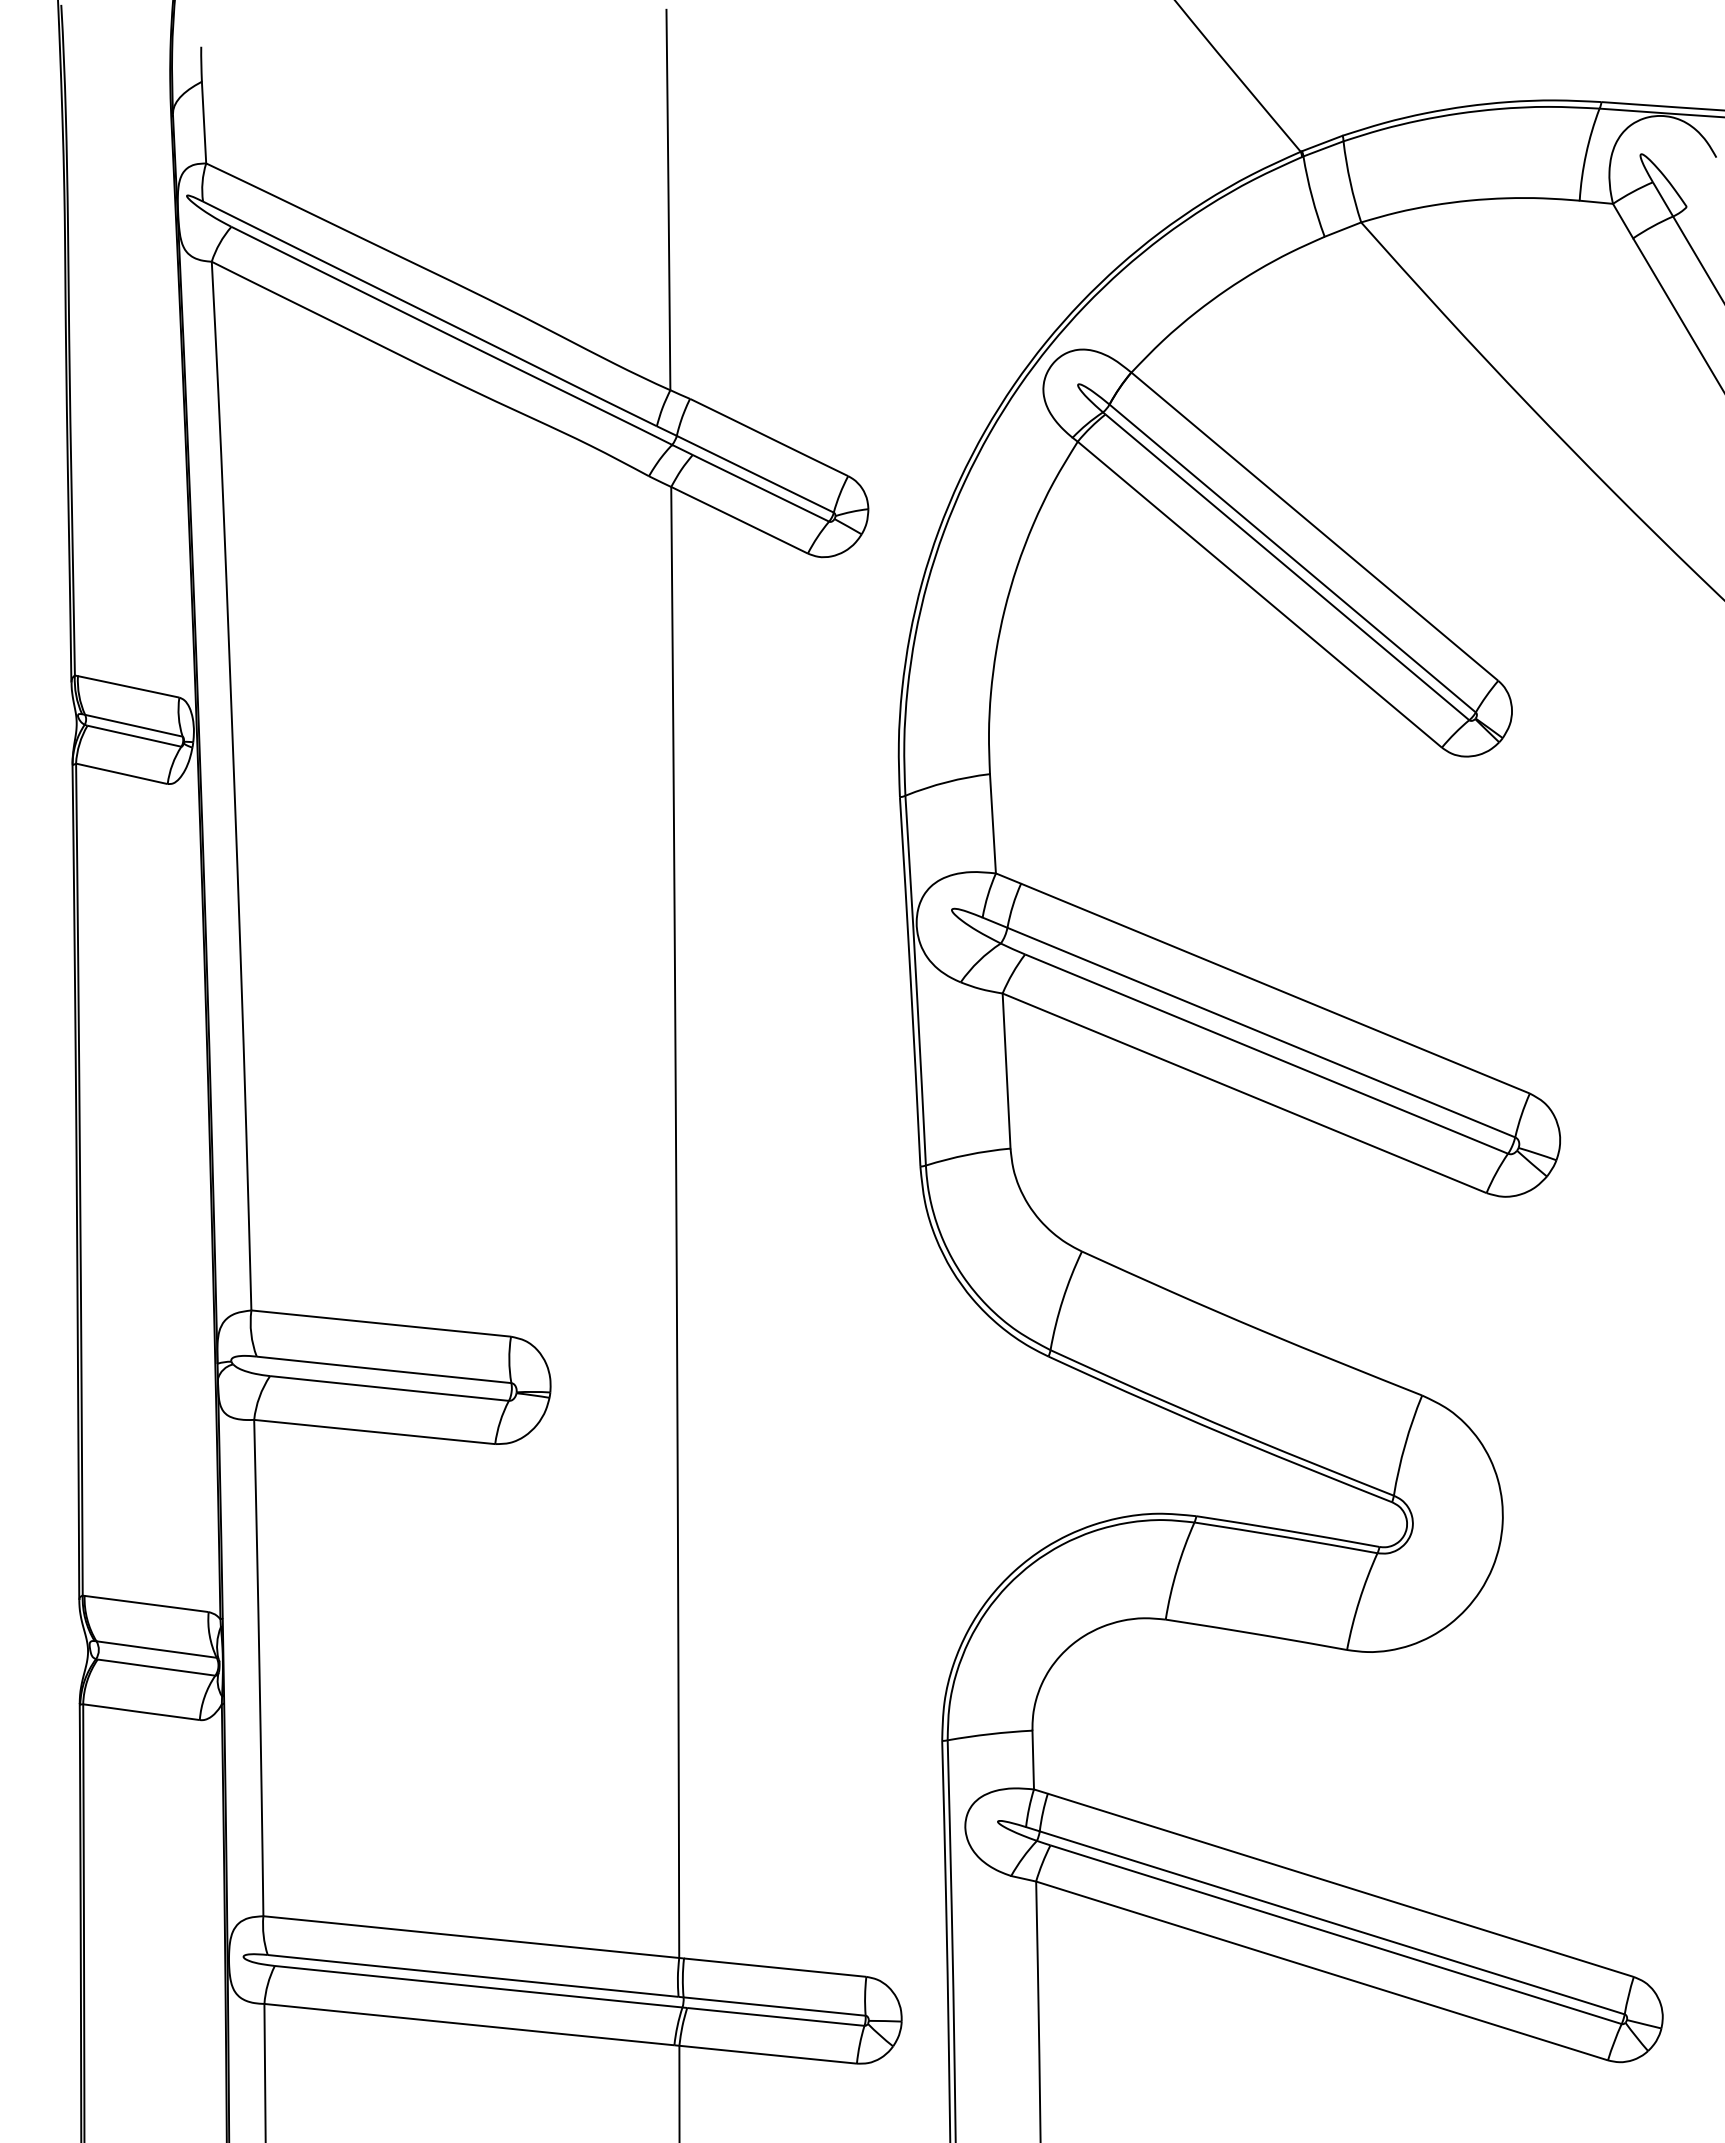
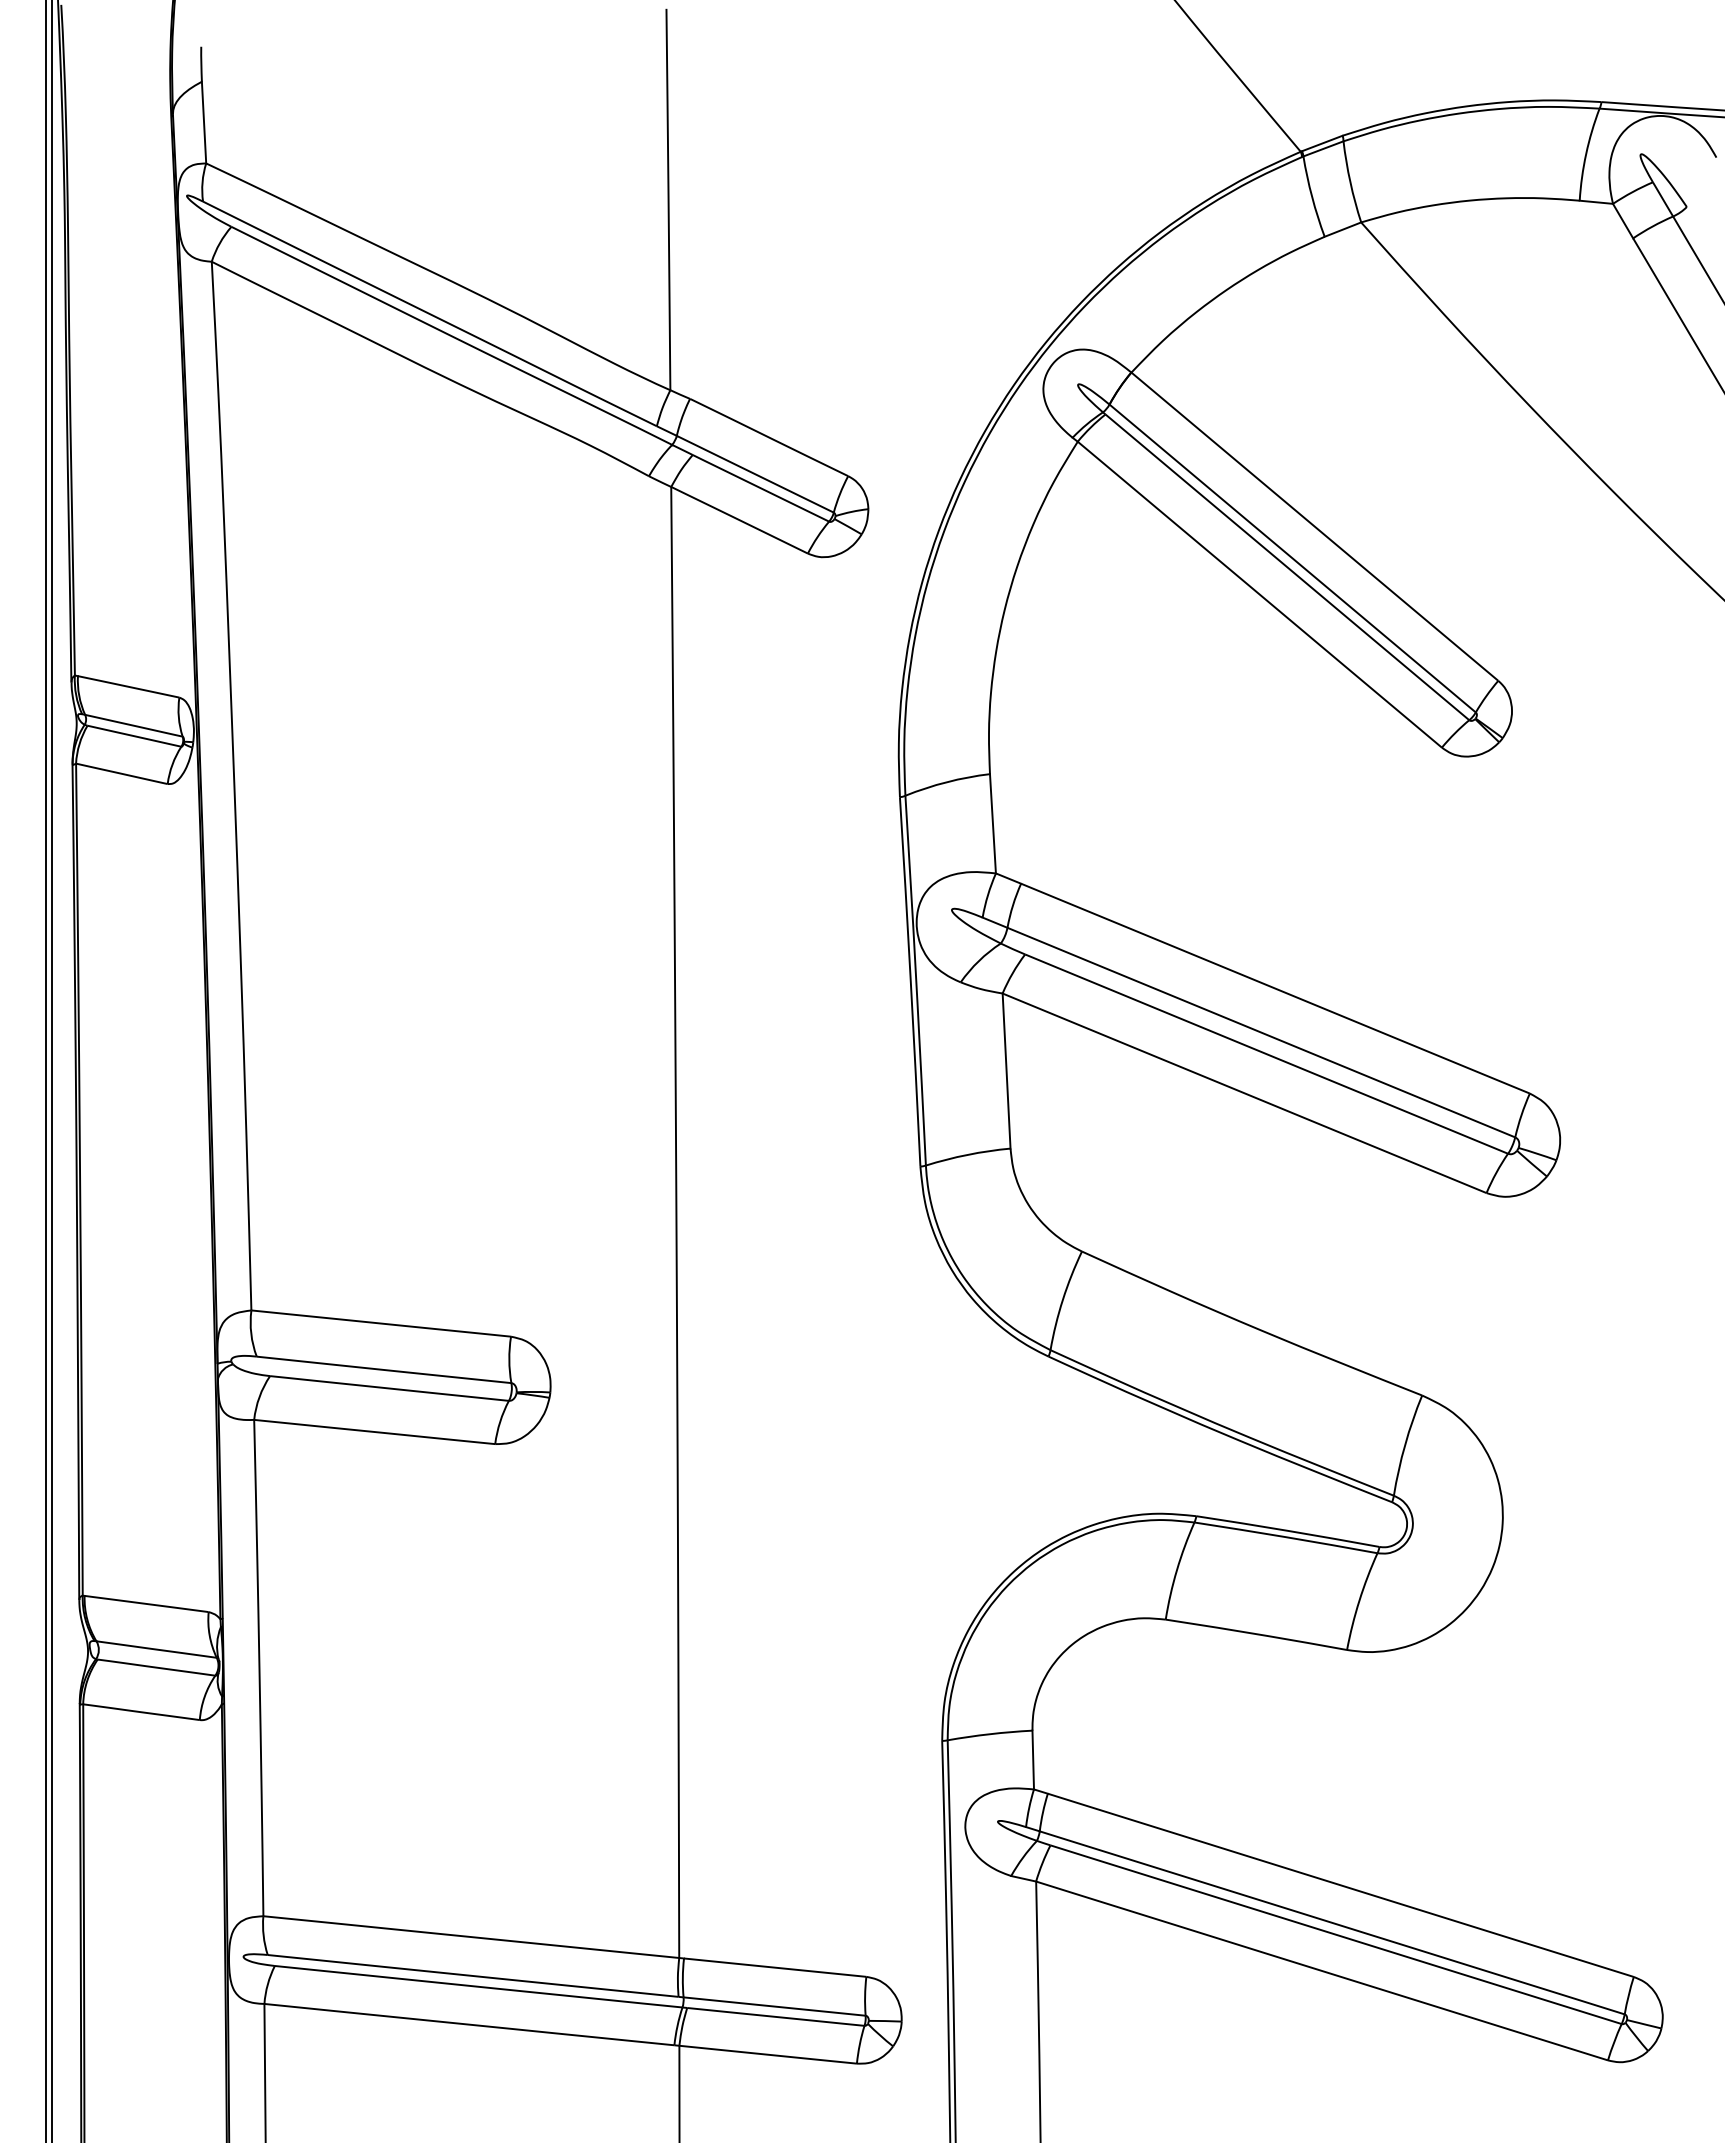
line at (46, 1070): none -> present
line at (51, 1070): none -> present
